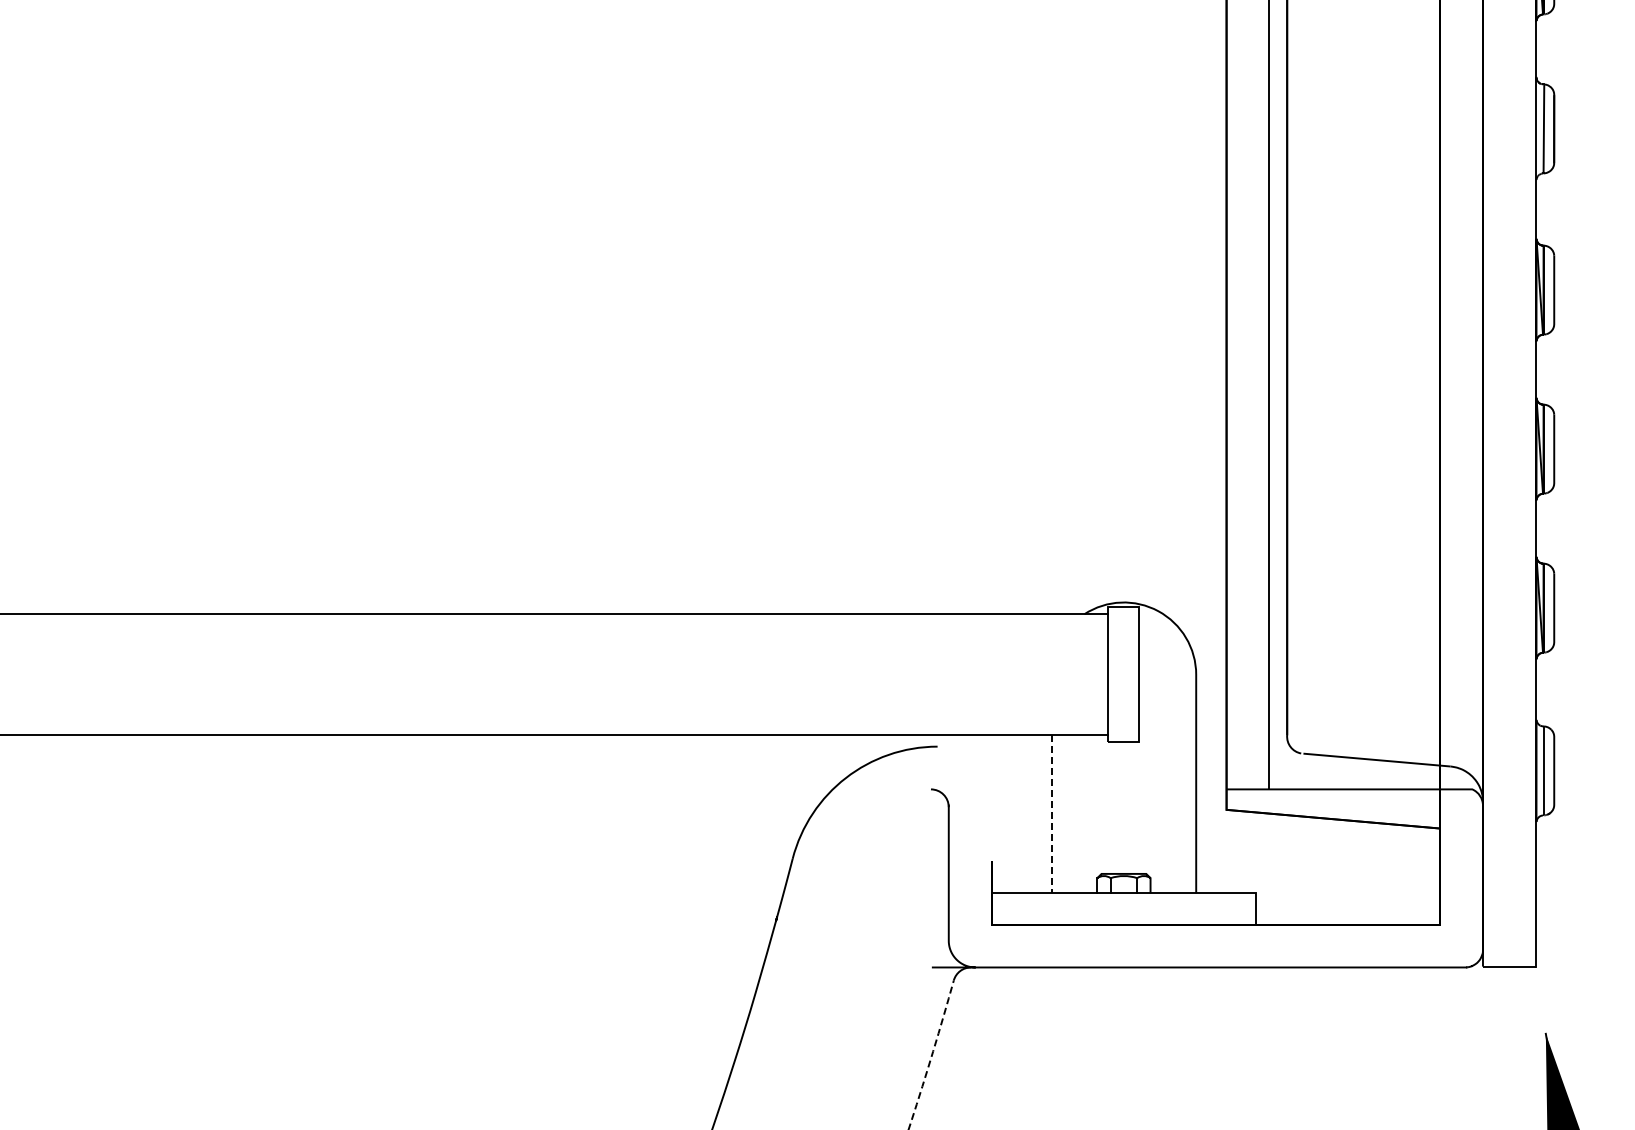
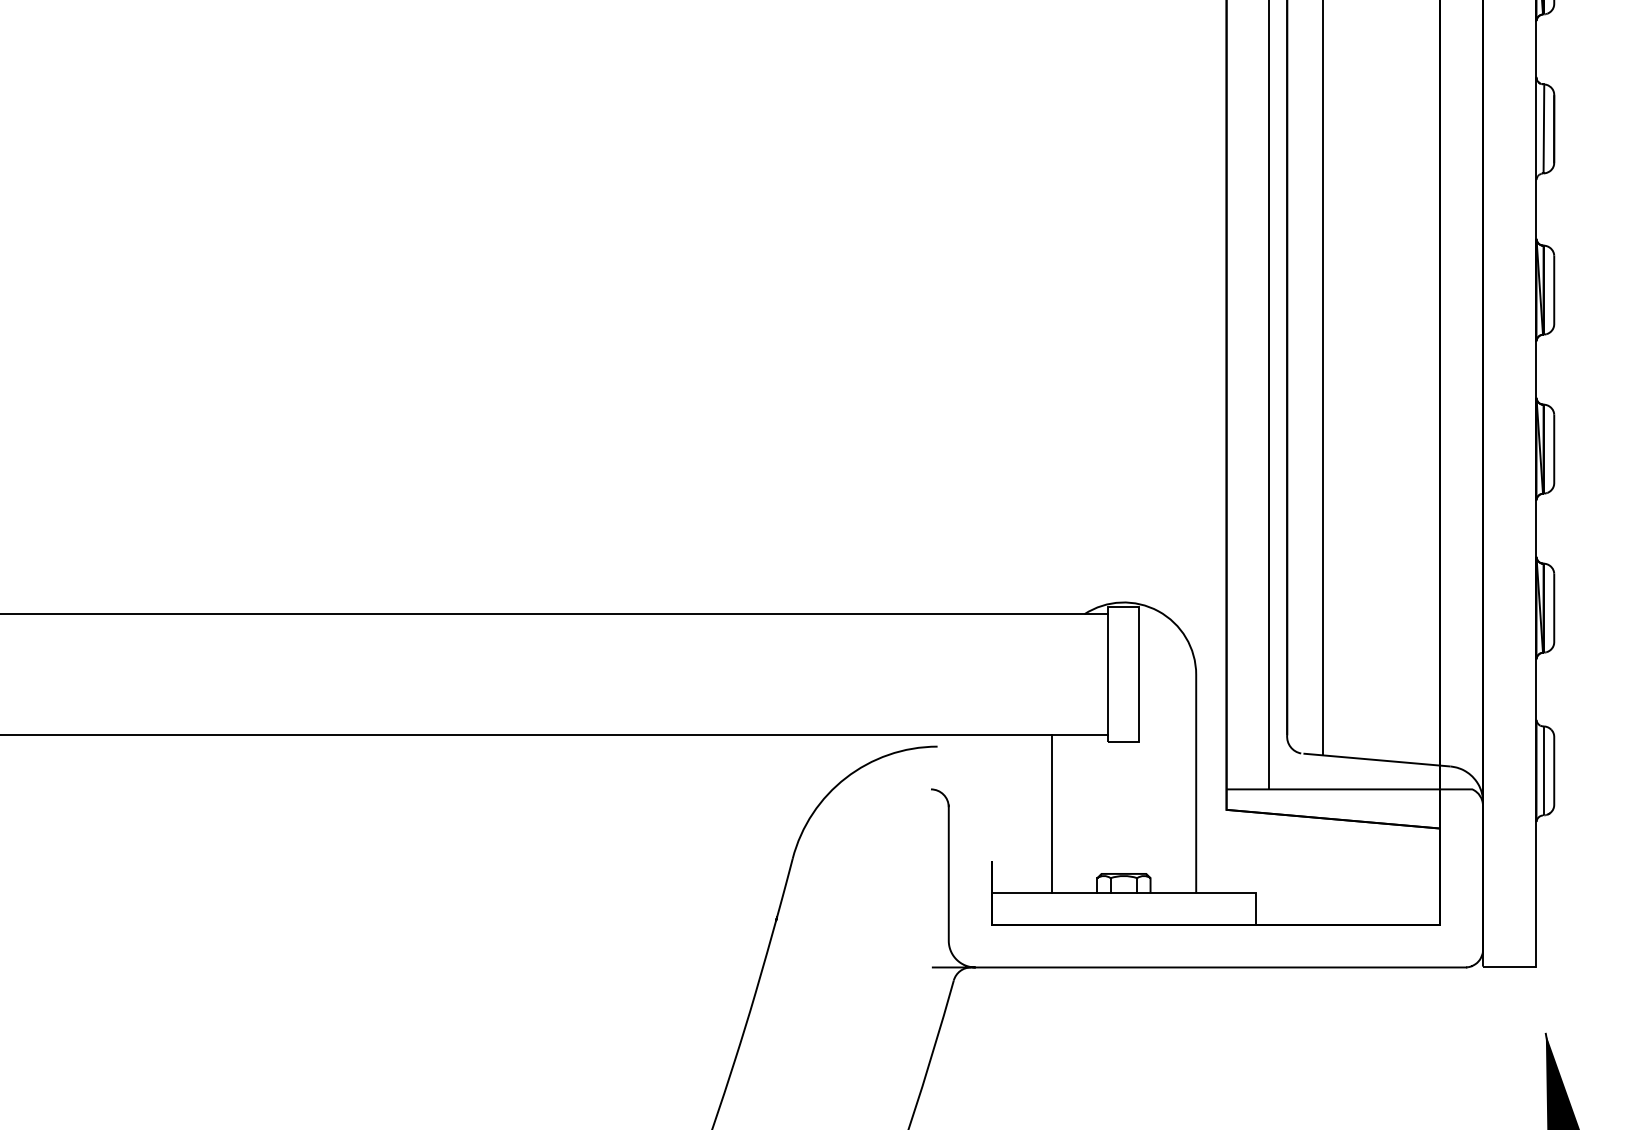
line at (1322, 378): none -> present
line at (1051, 814): dashed -> solid
arc at (932, 1055): dashed -> solid
